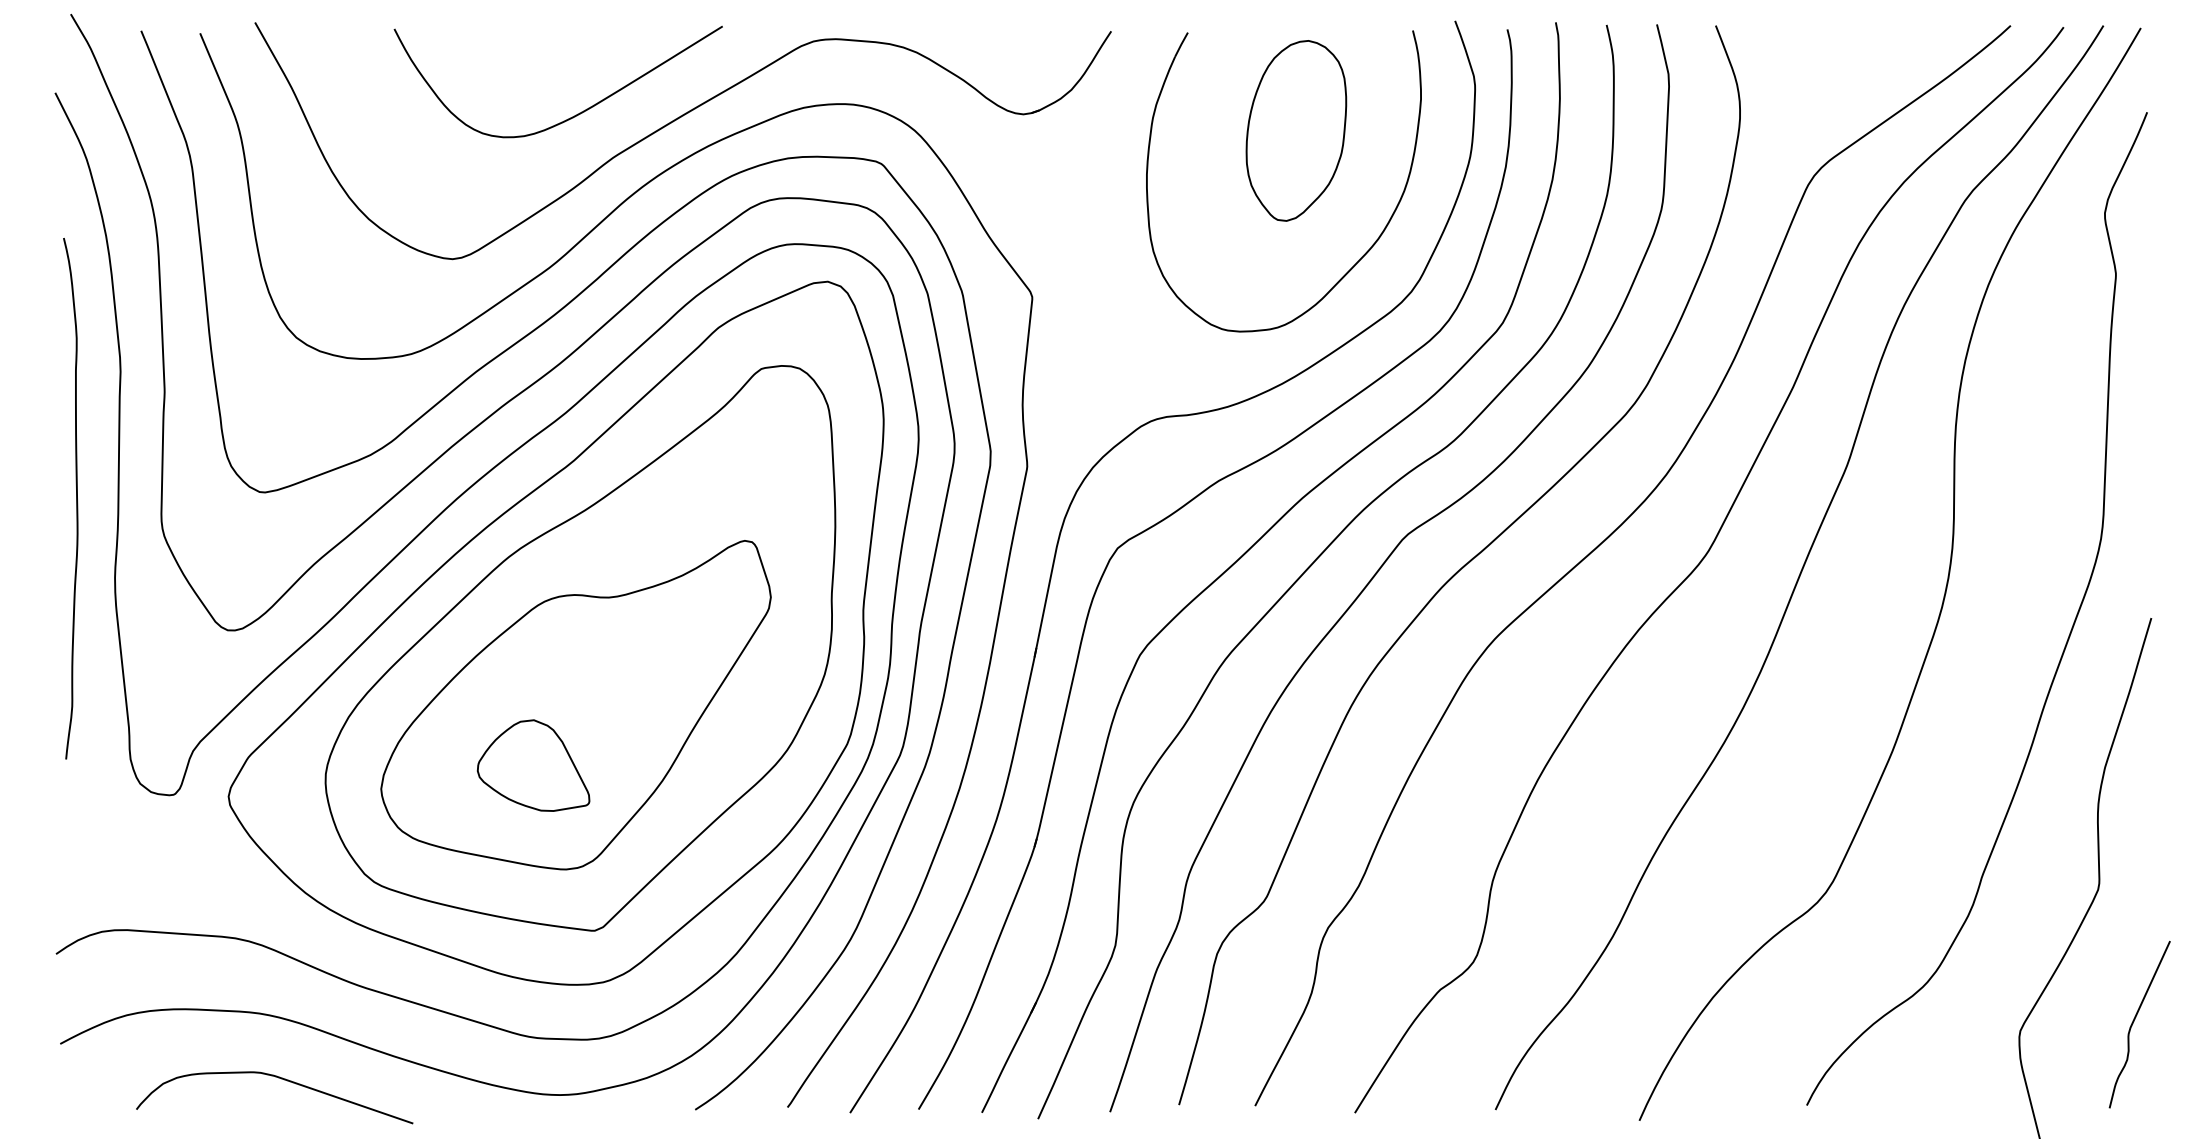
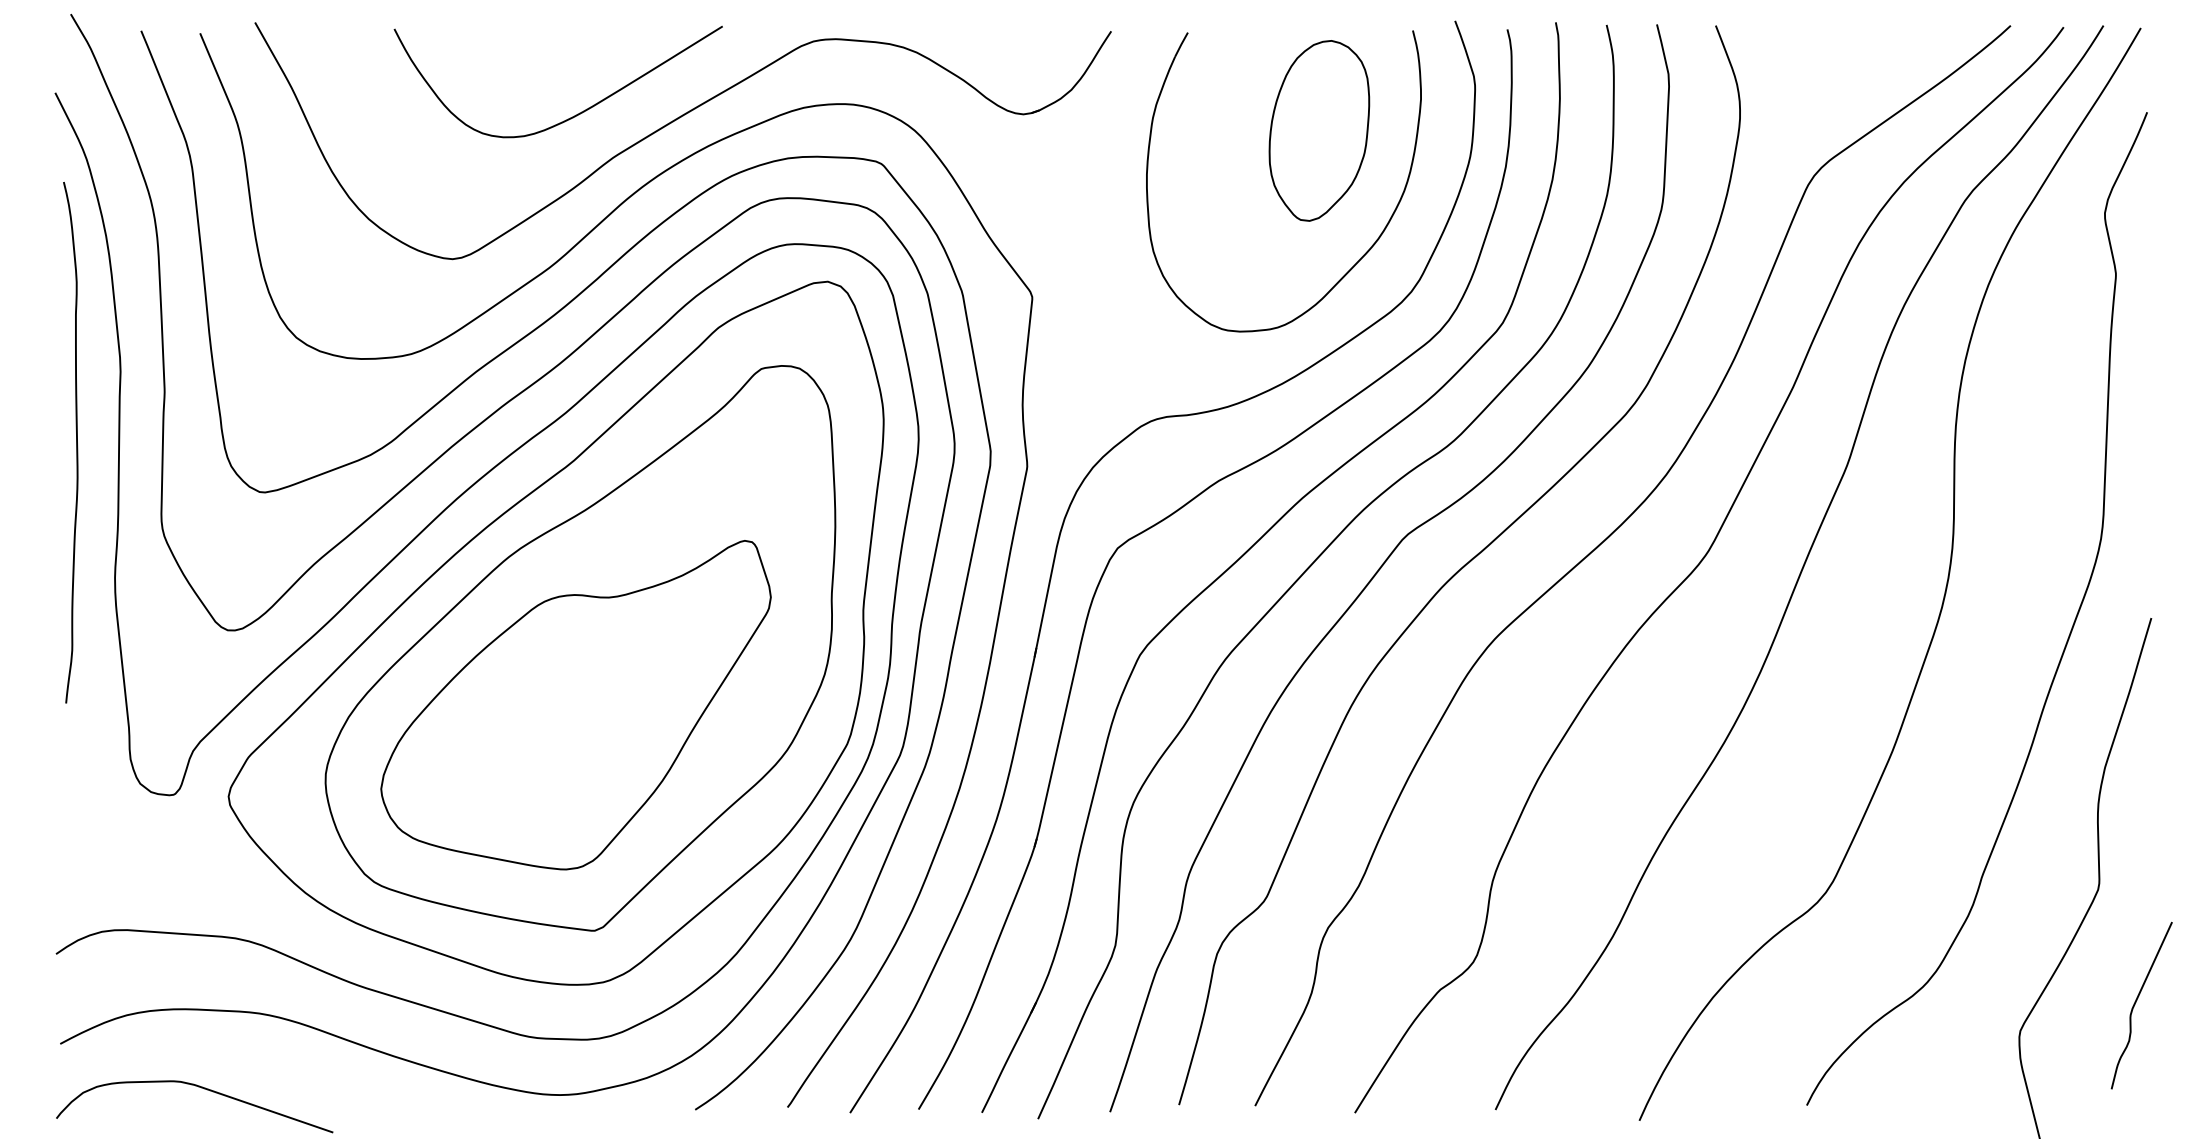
part at (1296, 130) position: (1296, 130) -> (1319, 130)
curve at (76, 498) position: (76, 498) -> (76, 442)
part at (533, 765): present -> none
curve at (2134, 1021) position: (2134, 1021) -> (2136, 1002)
curve at (281, 1079) position: (281, 1079) -> (201, 1088)
